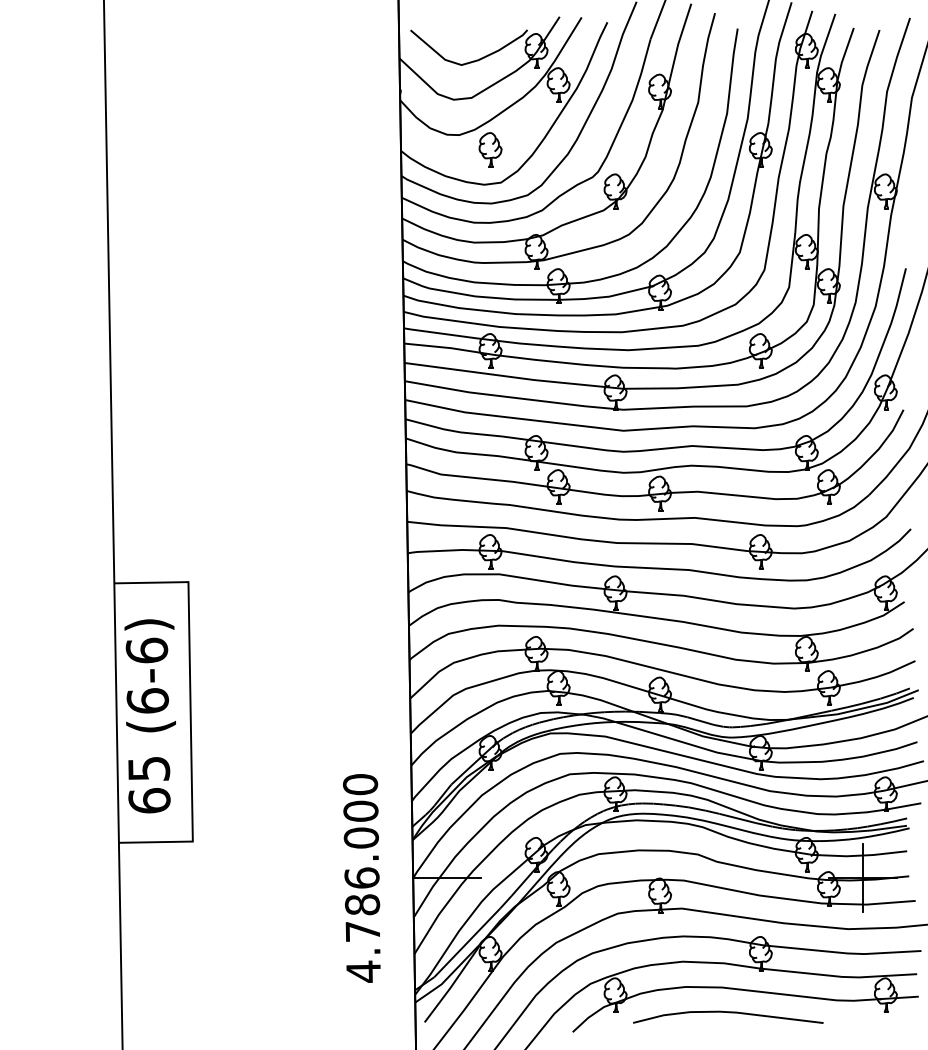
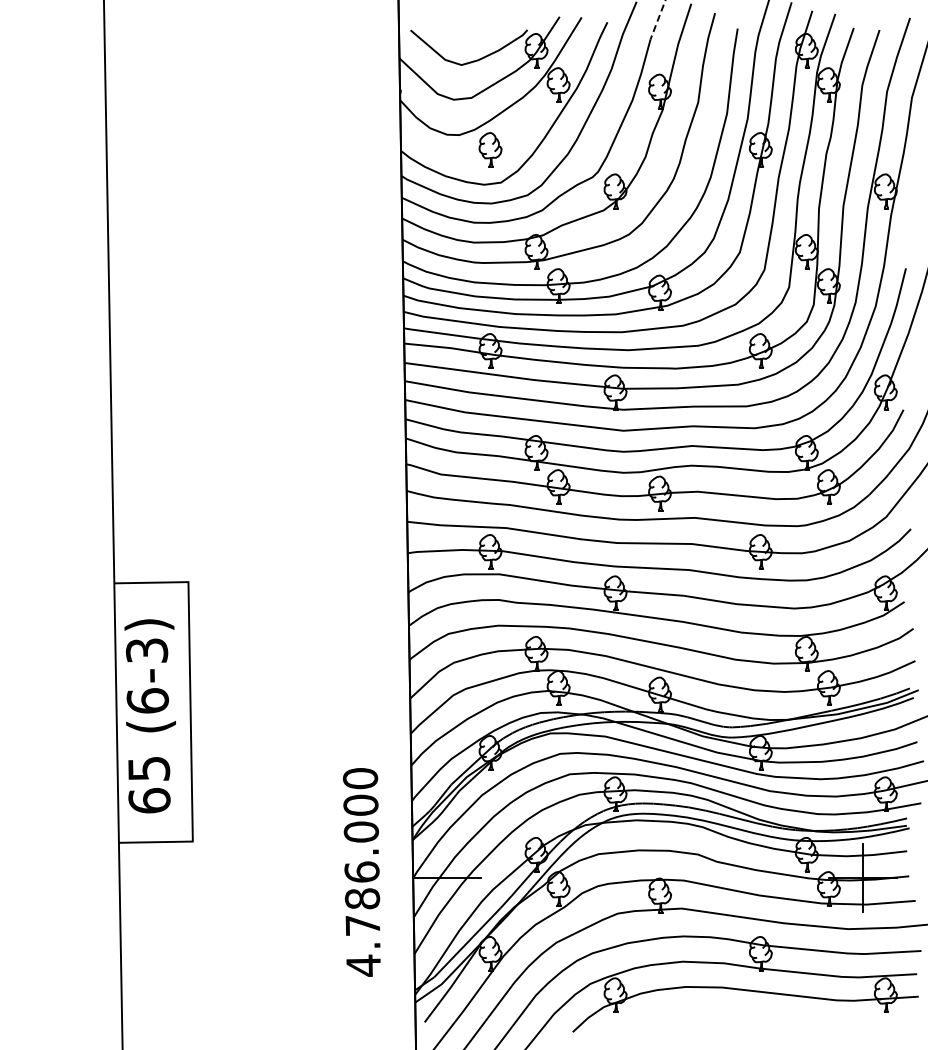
line at (657, 20): solid -> dashed
text at (146, 650): (6-6) -> (6-3)
text at (361, 878) position: (361, 878) -> (361, 872)
curve at (728, 1013): present -> none
